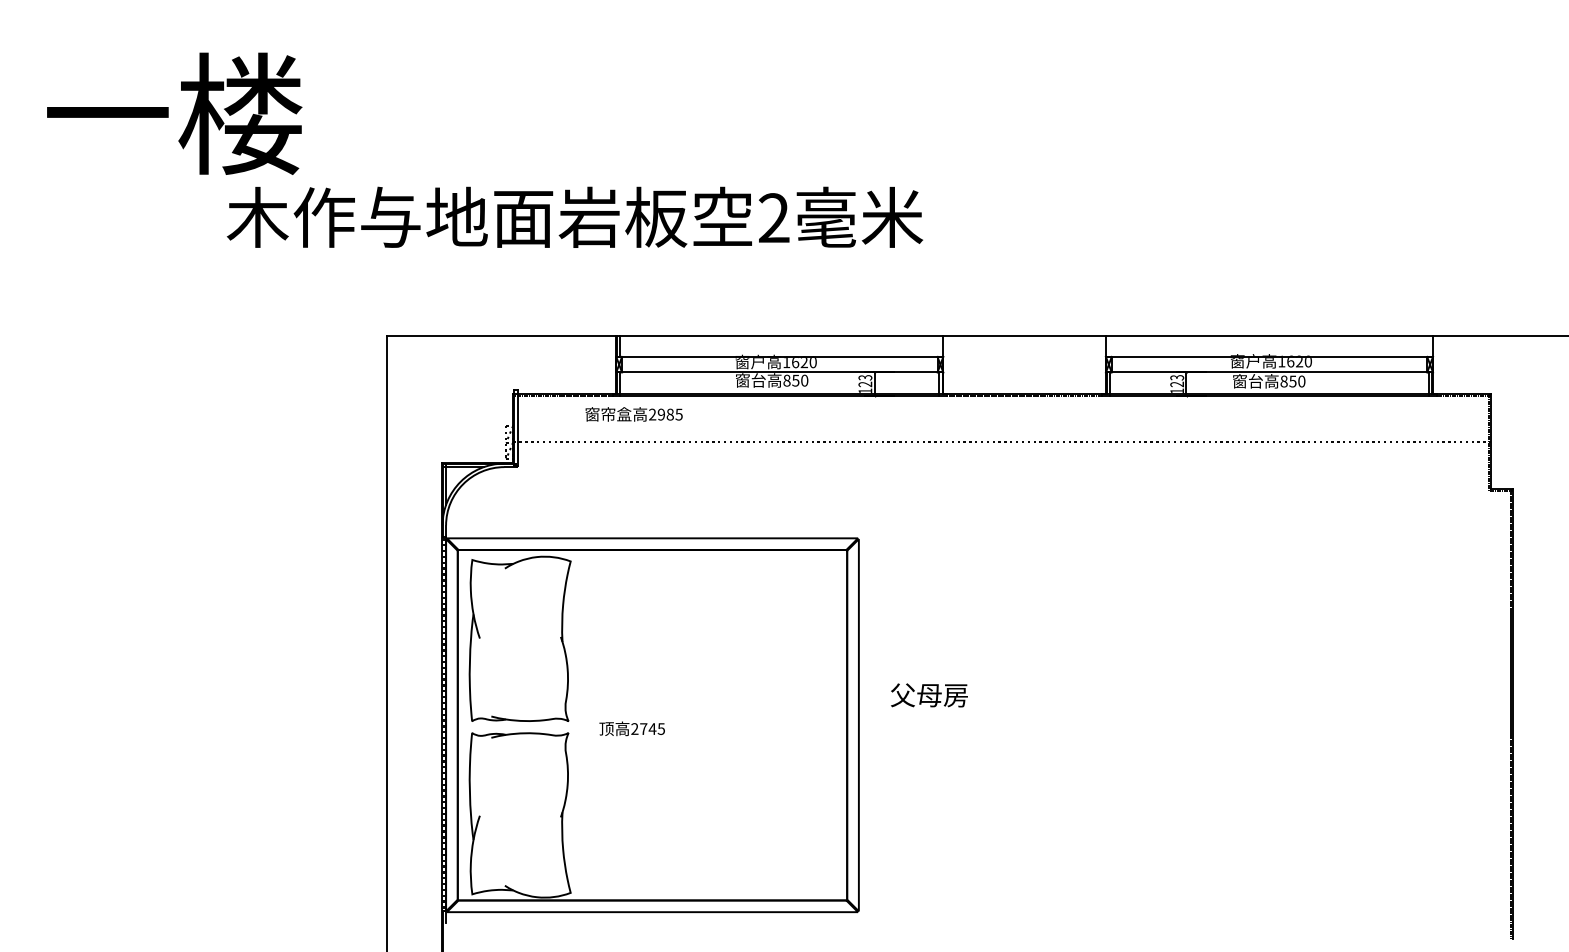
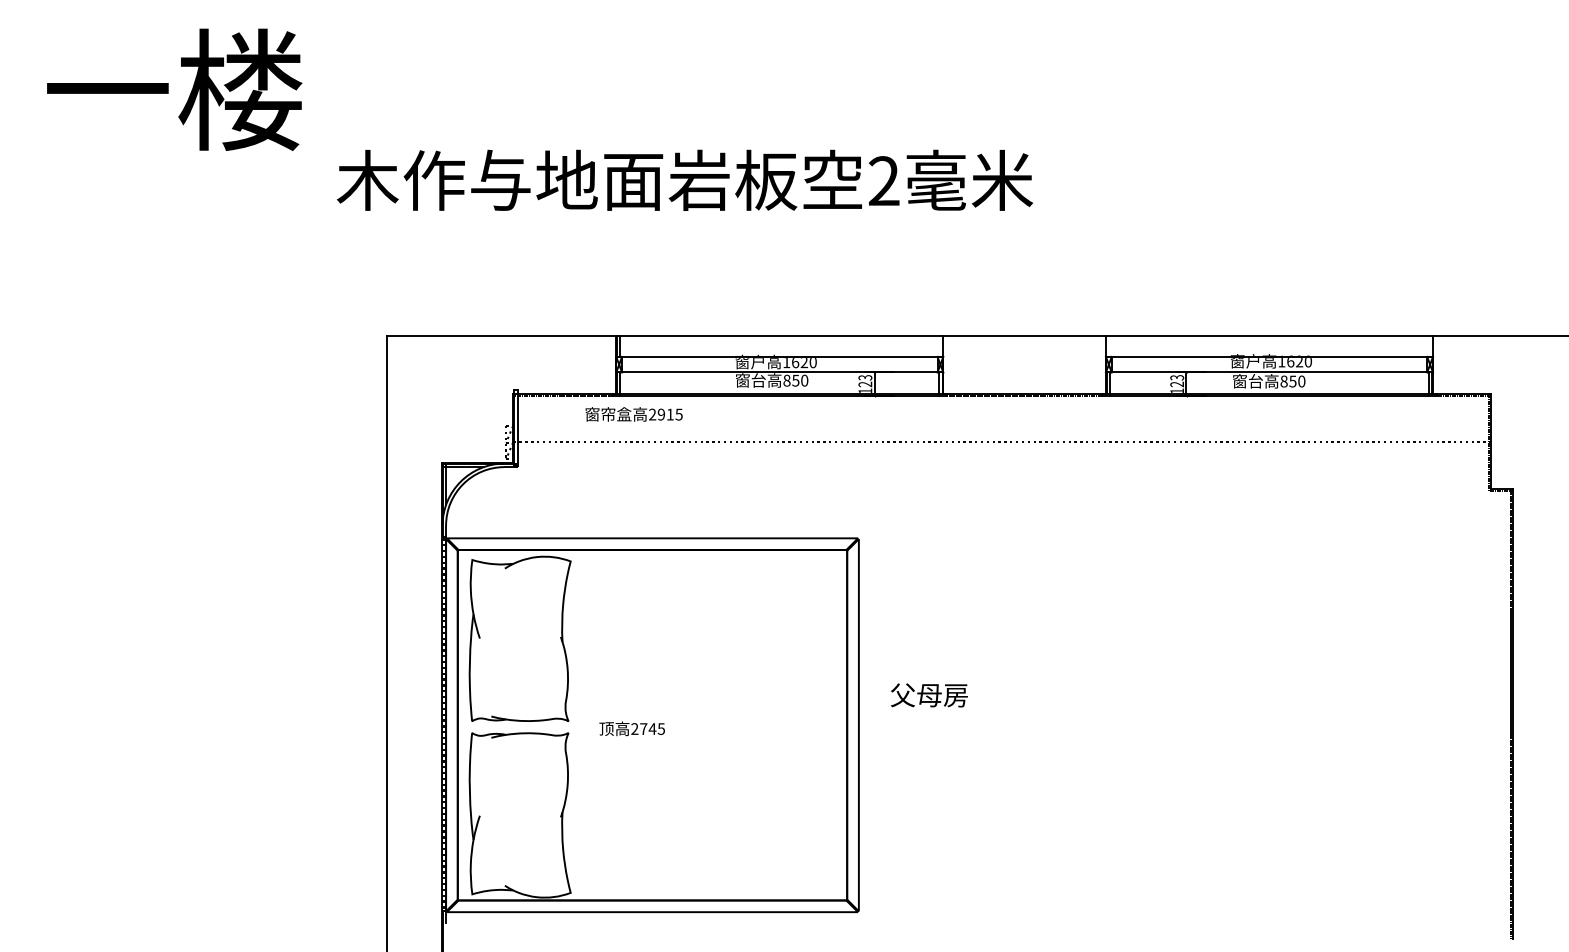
text at (174, 113) position: (174, 113) -> (174, 89)
text at (575, 216) position: (575, 216) -> (685, 179)
text at (669, 414): 2985 -> 2915
